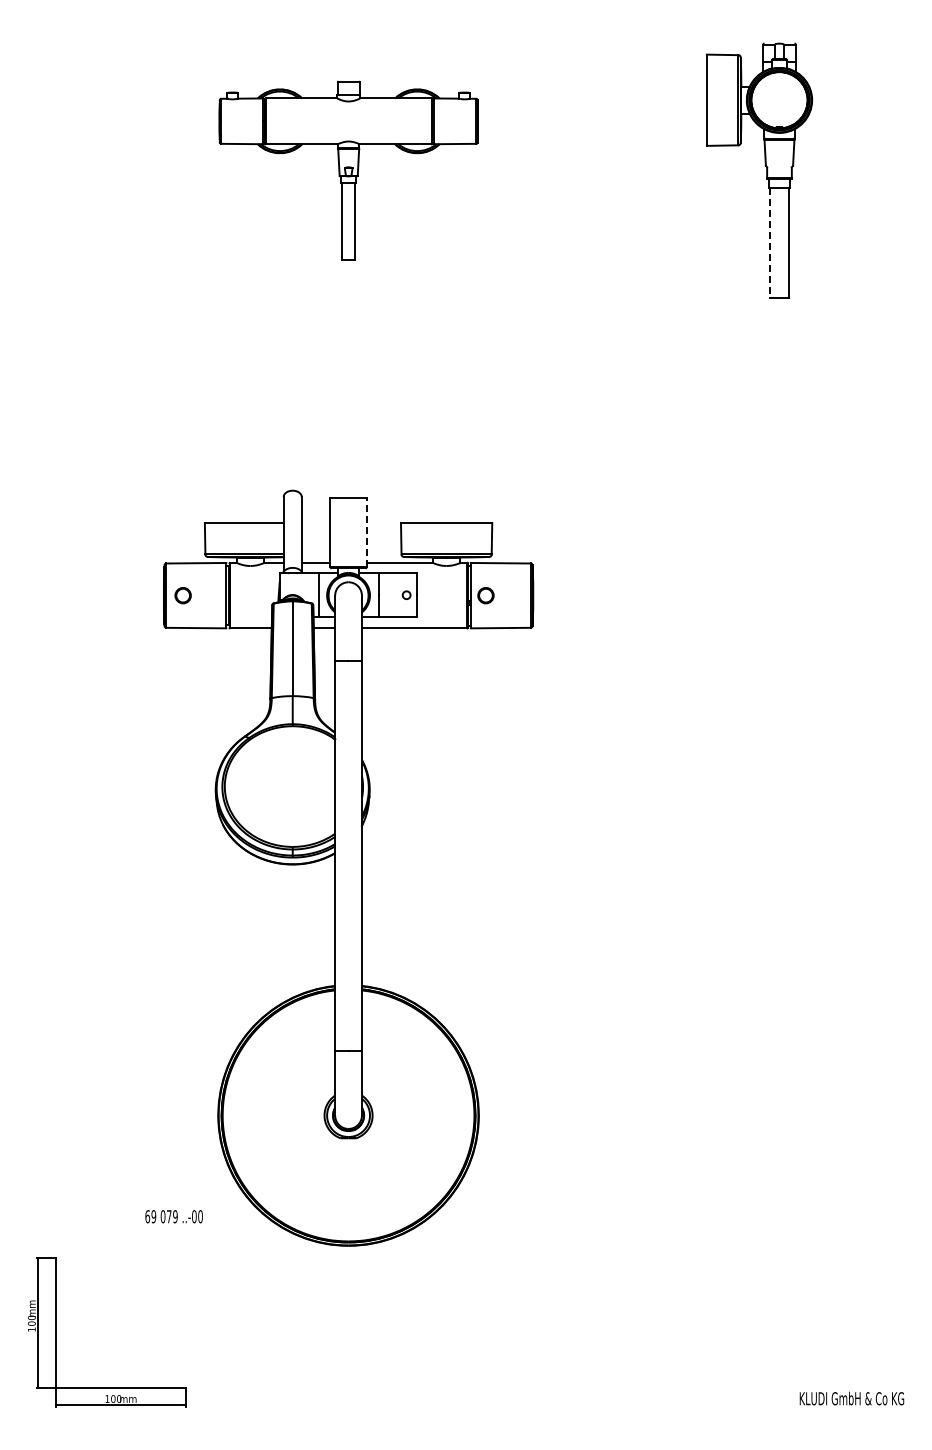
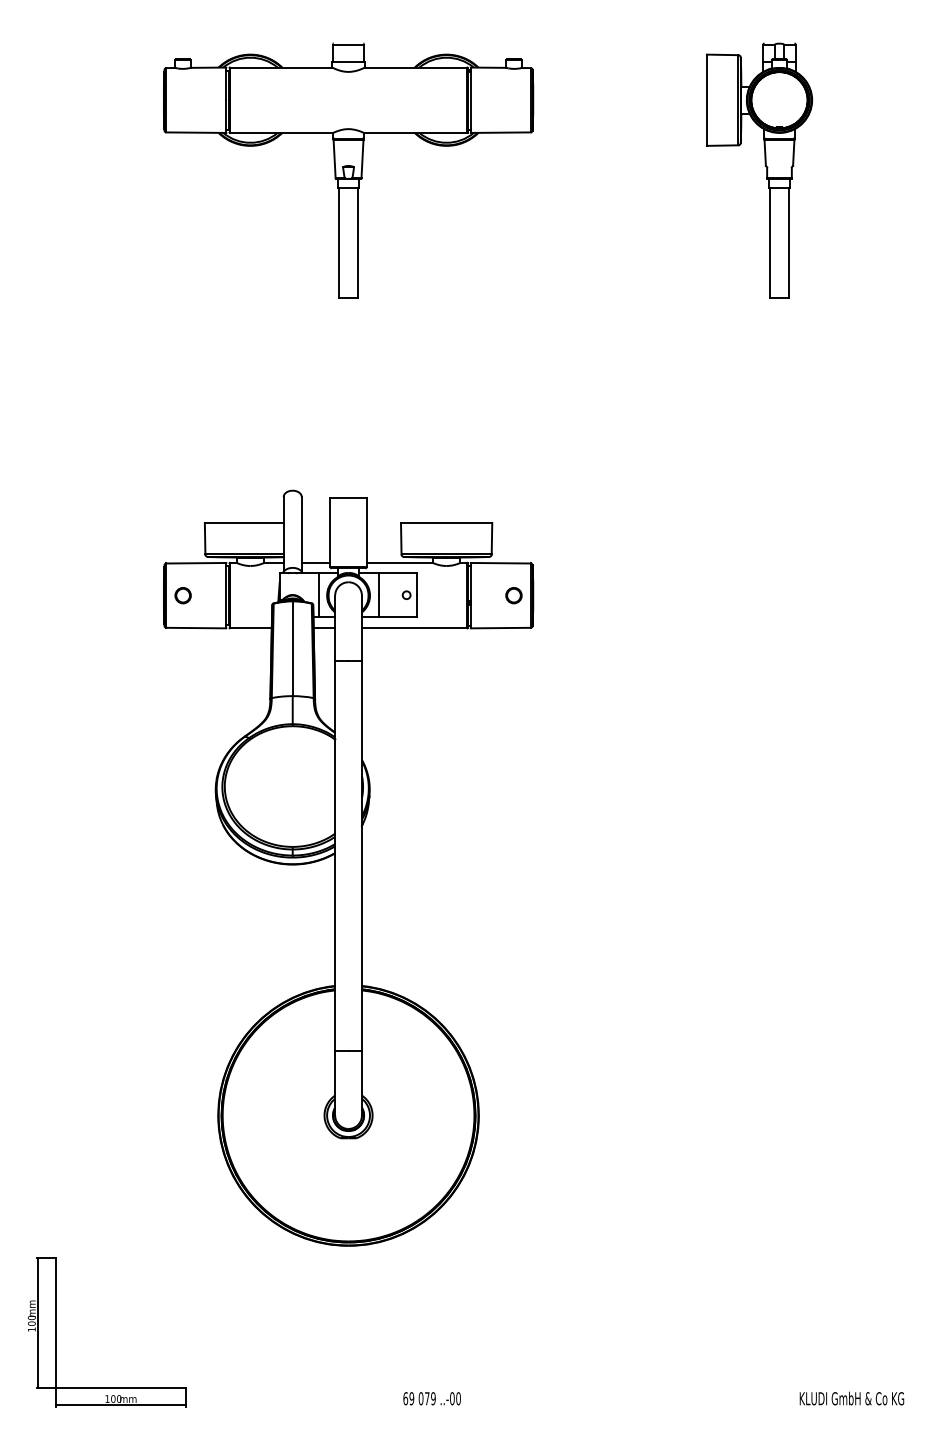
part at (348, 170) size: 261x181 px -> 372x257 px
line at (770, 243): dashed -> solid
line at (366, 532): dashed -> solid
circle at (485, 595) position: (485, 595) -> (513, 595)
text at (173, 1216) position: (173, 1216) -> (431, 1398)
